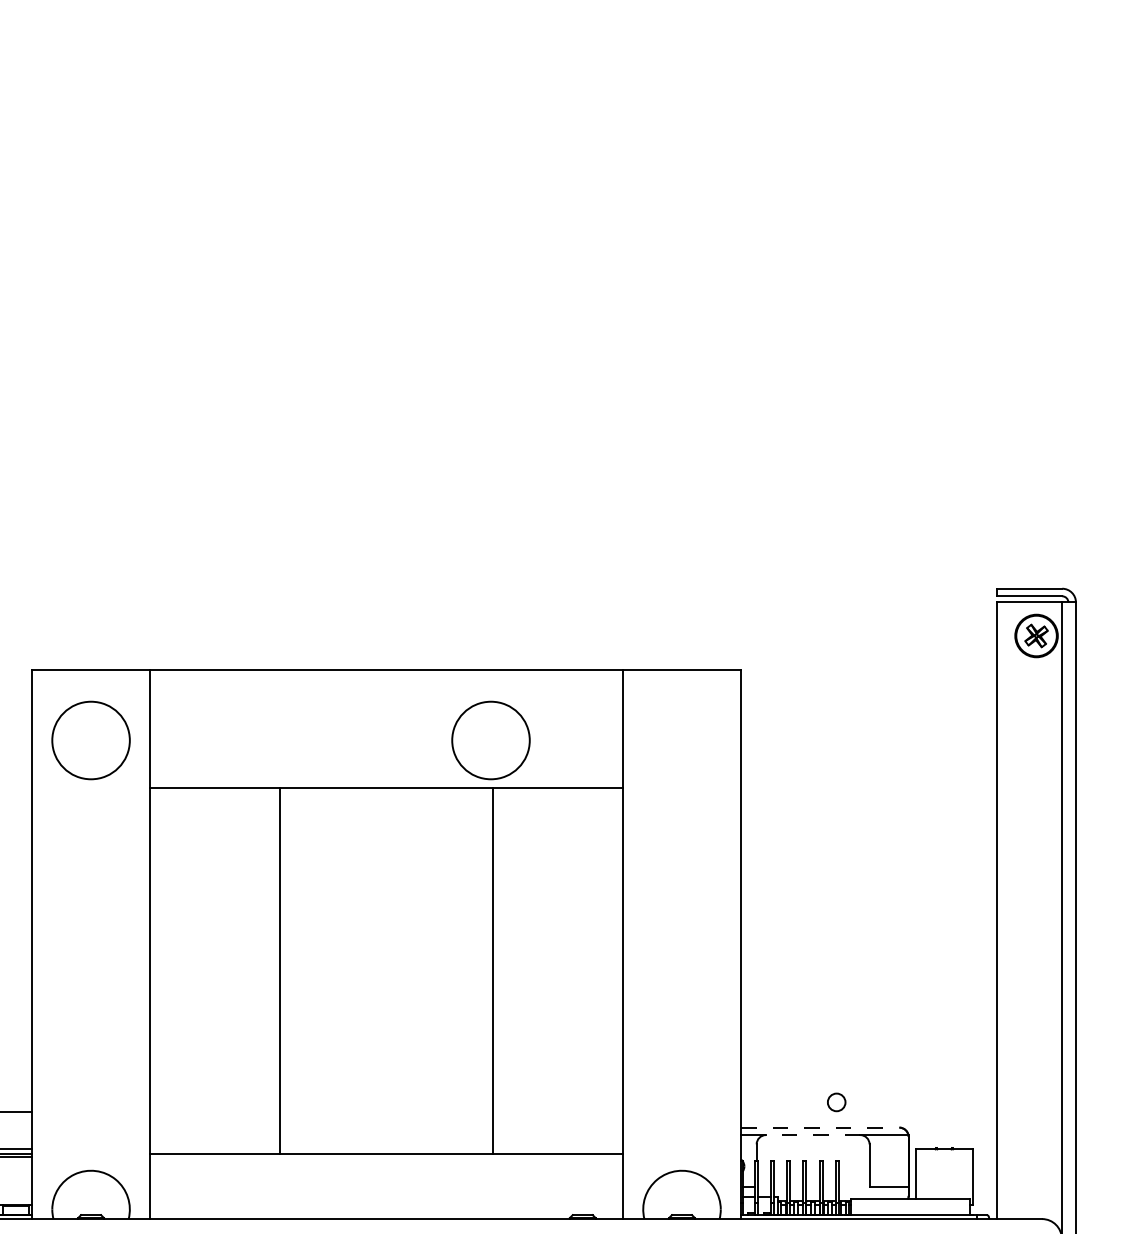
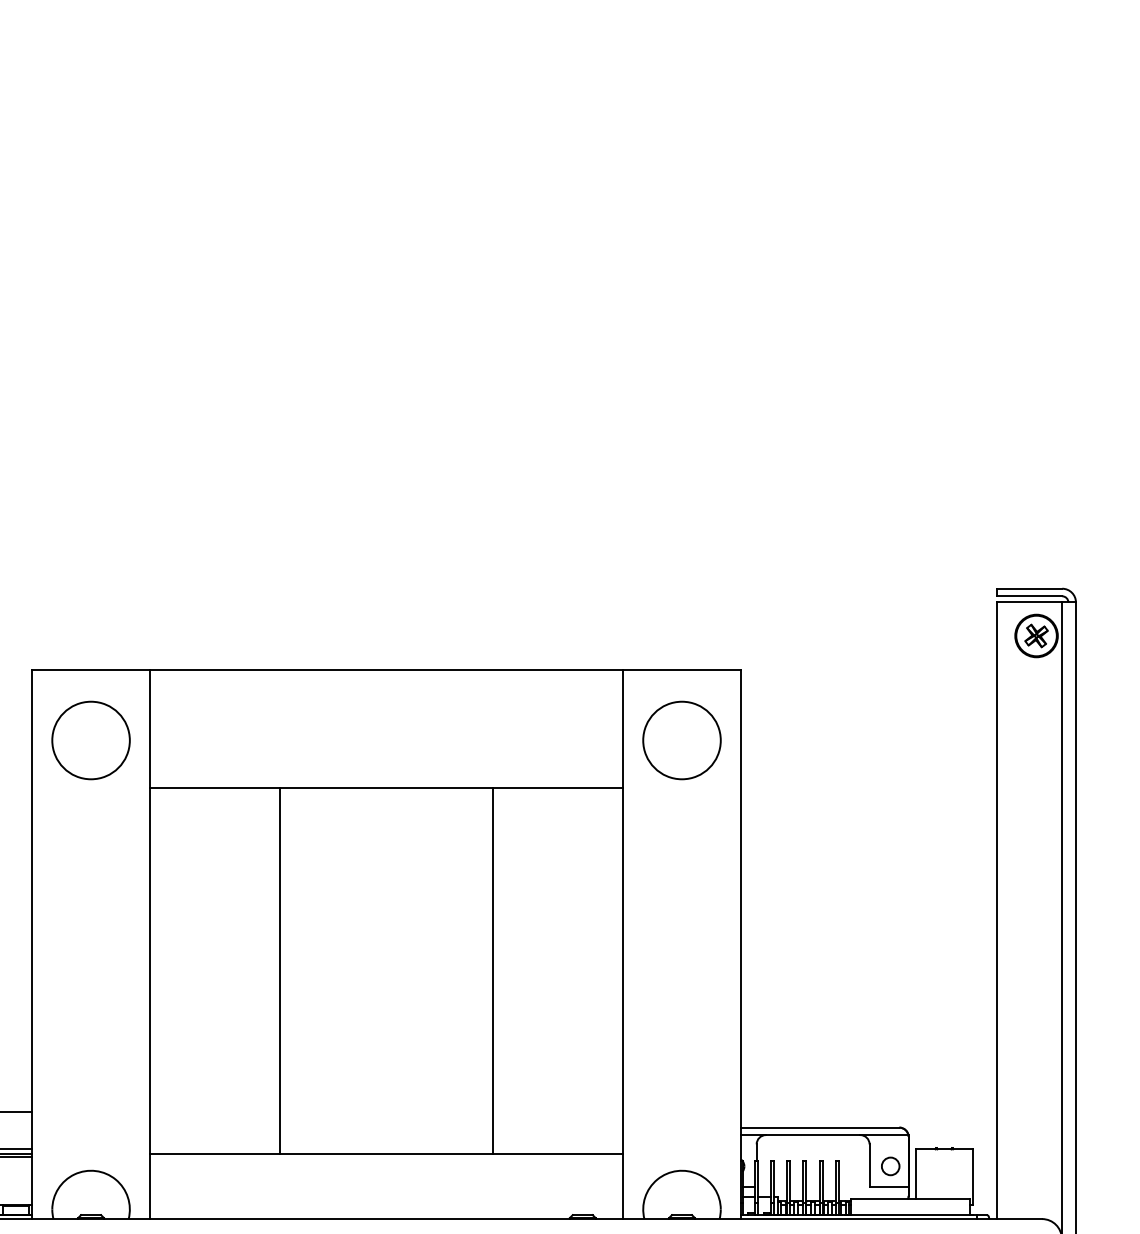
circle at (490, 740) position: (490, 740) -> (681, 740)
circle at (836, 1102) position: (836, 1102) -> (890, 1166)
line at (820, 1127): dashed -> solid
line at (812, 1135): dashed -> solid
